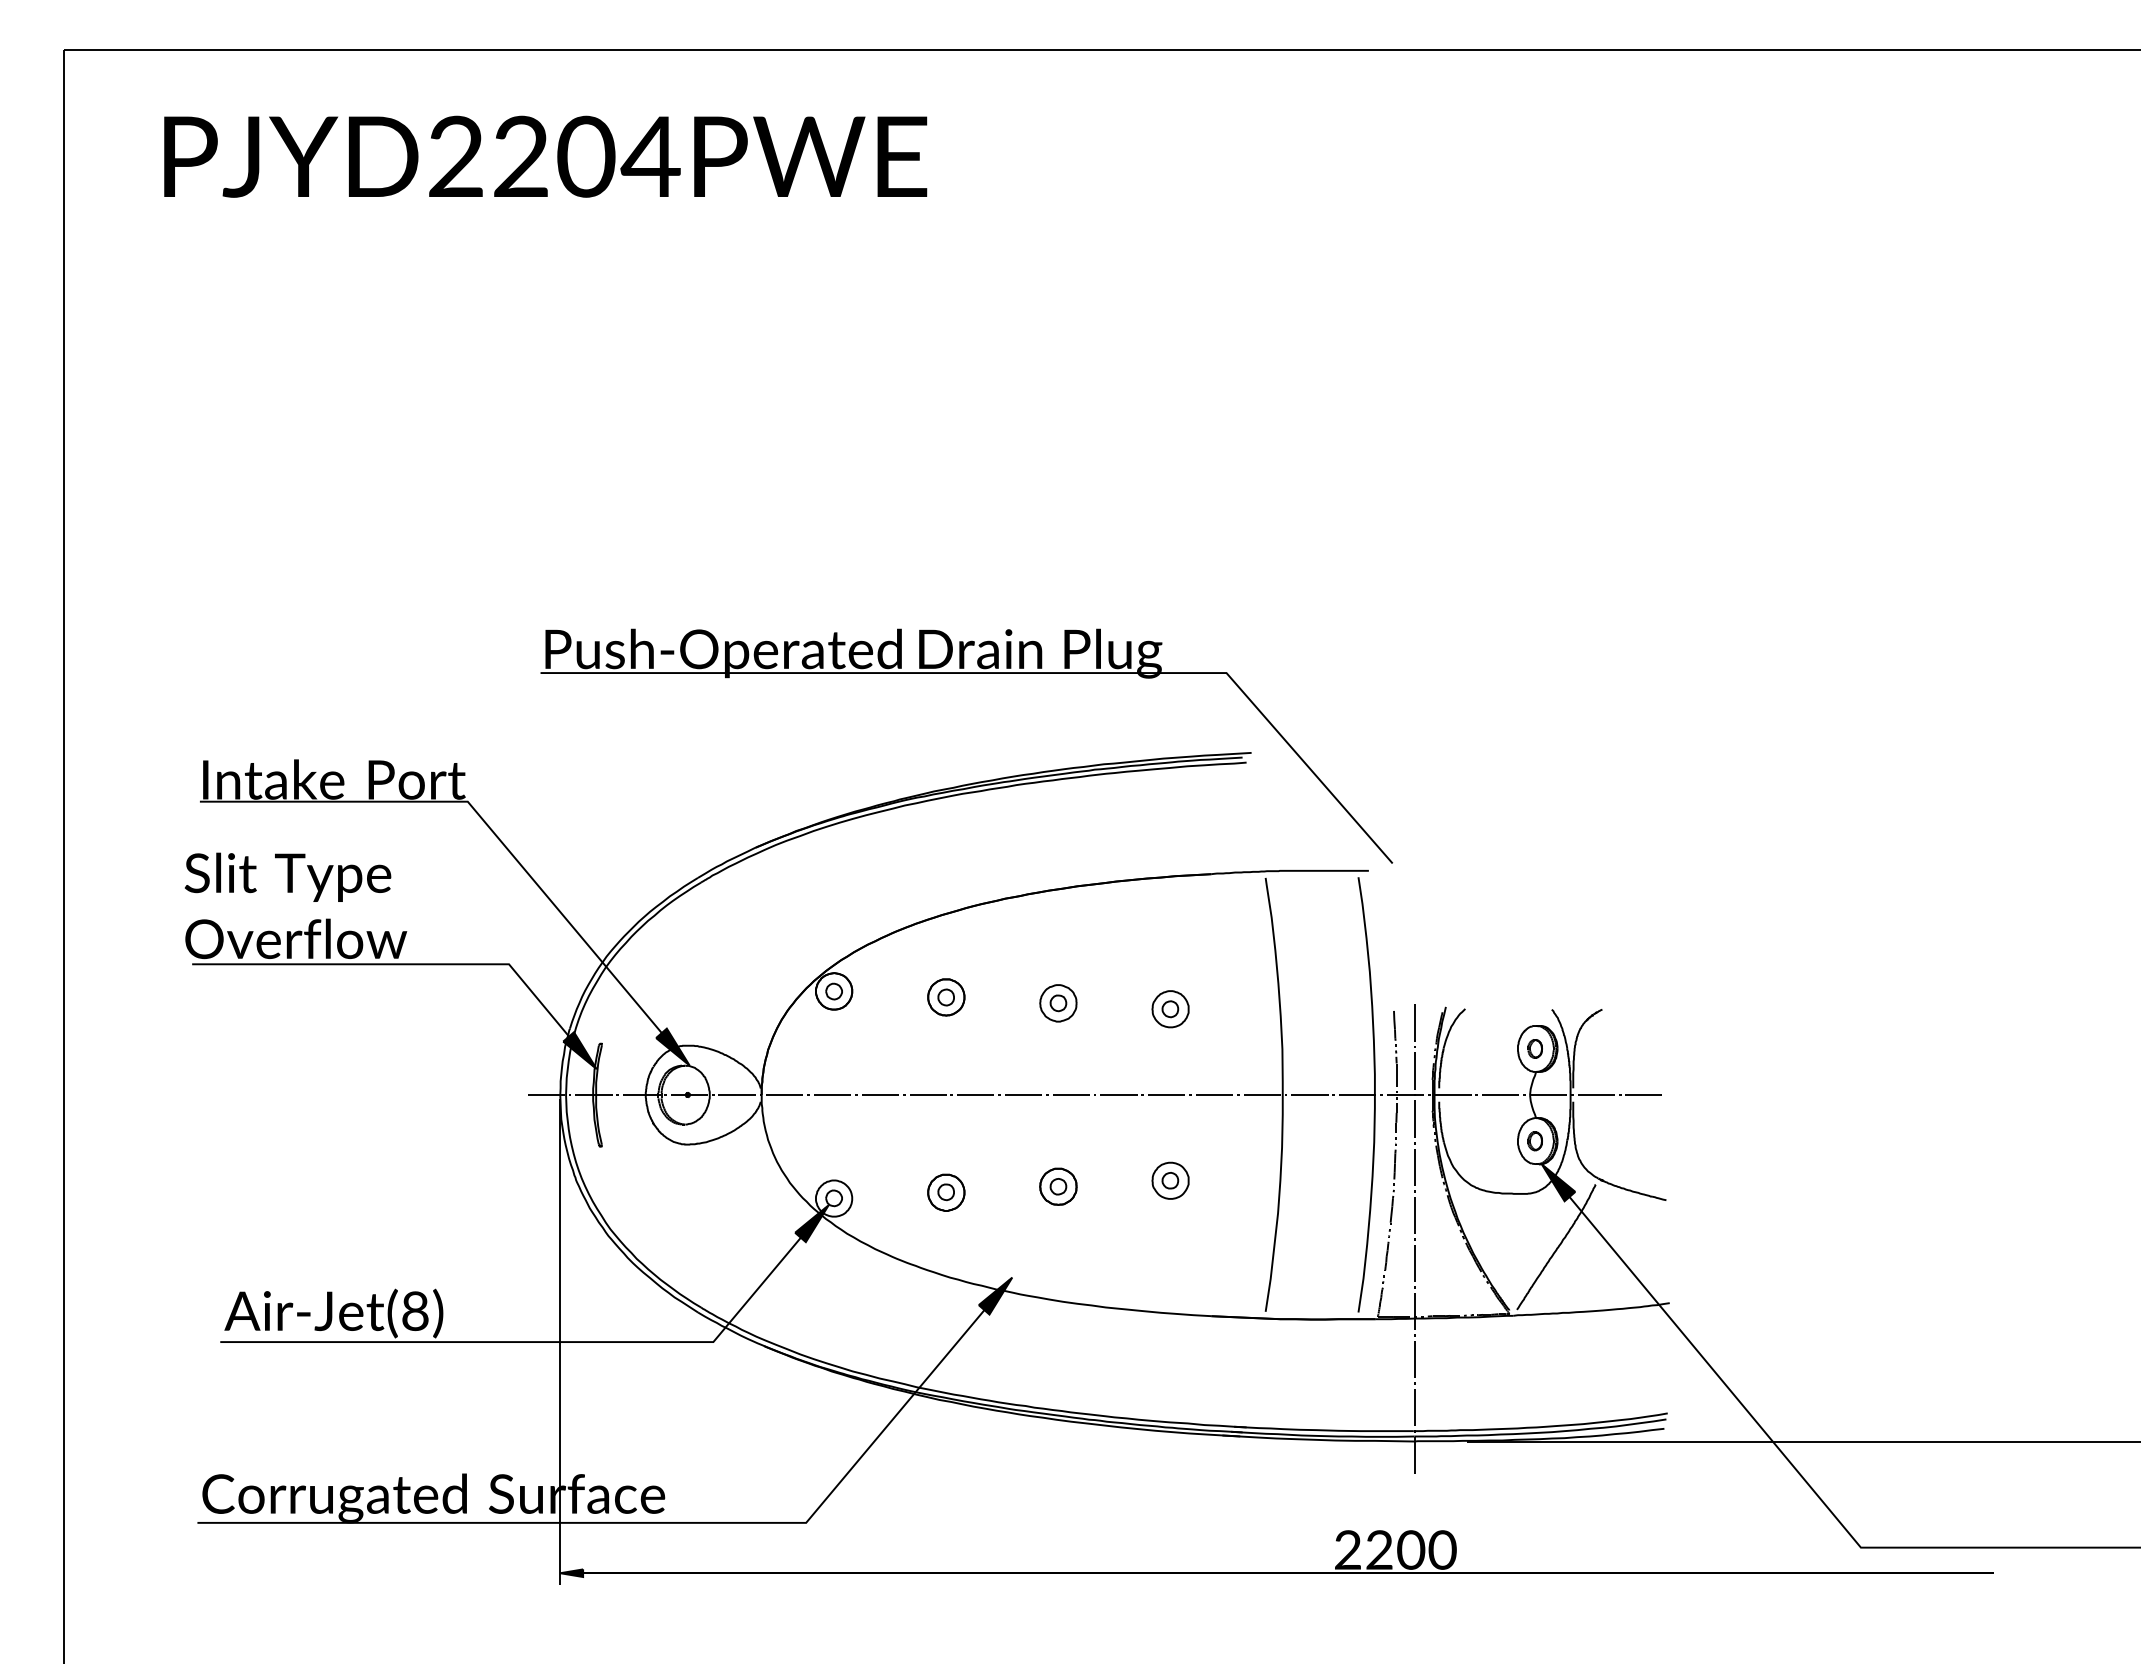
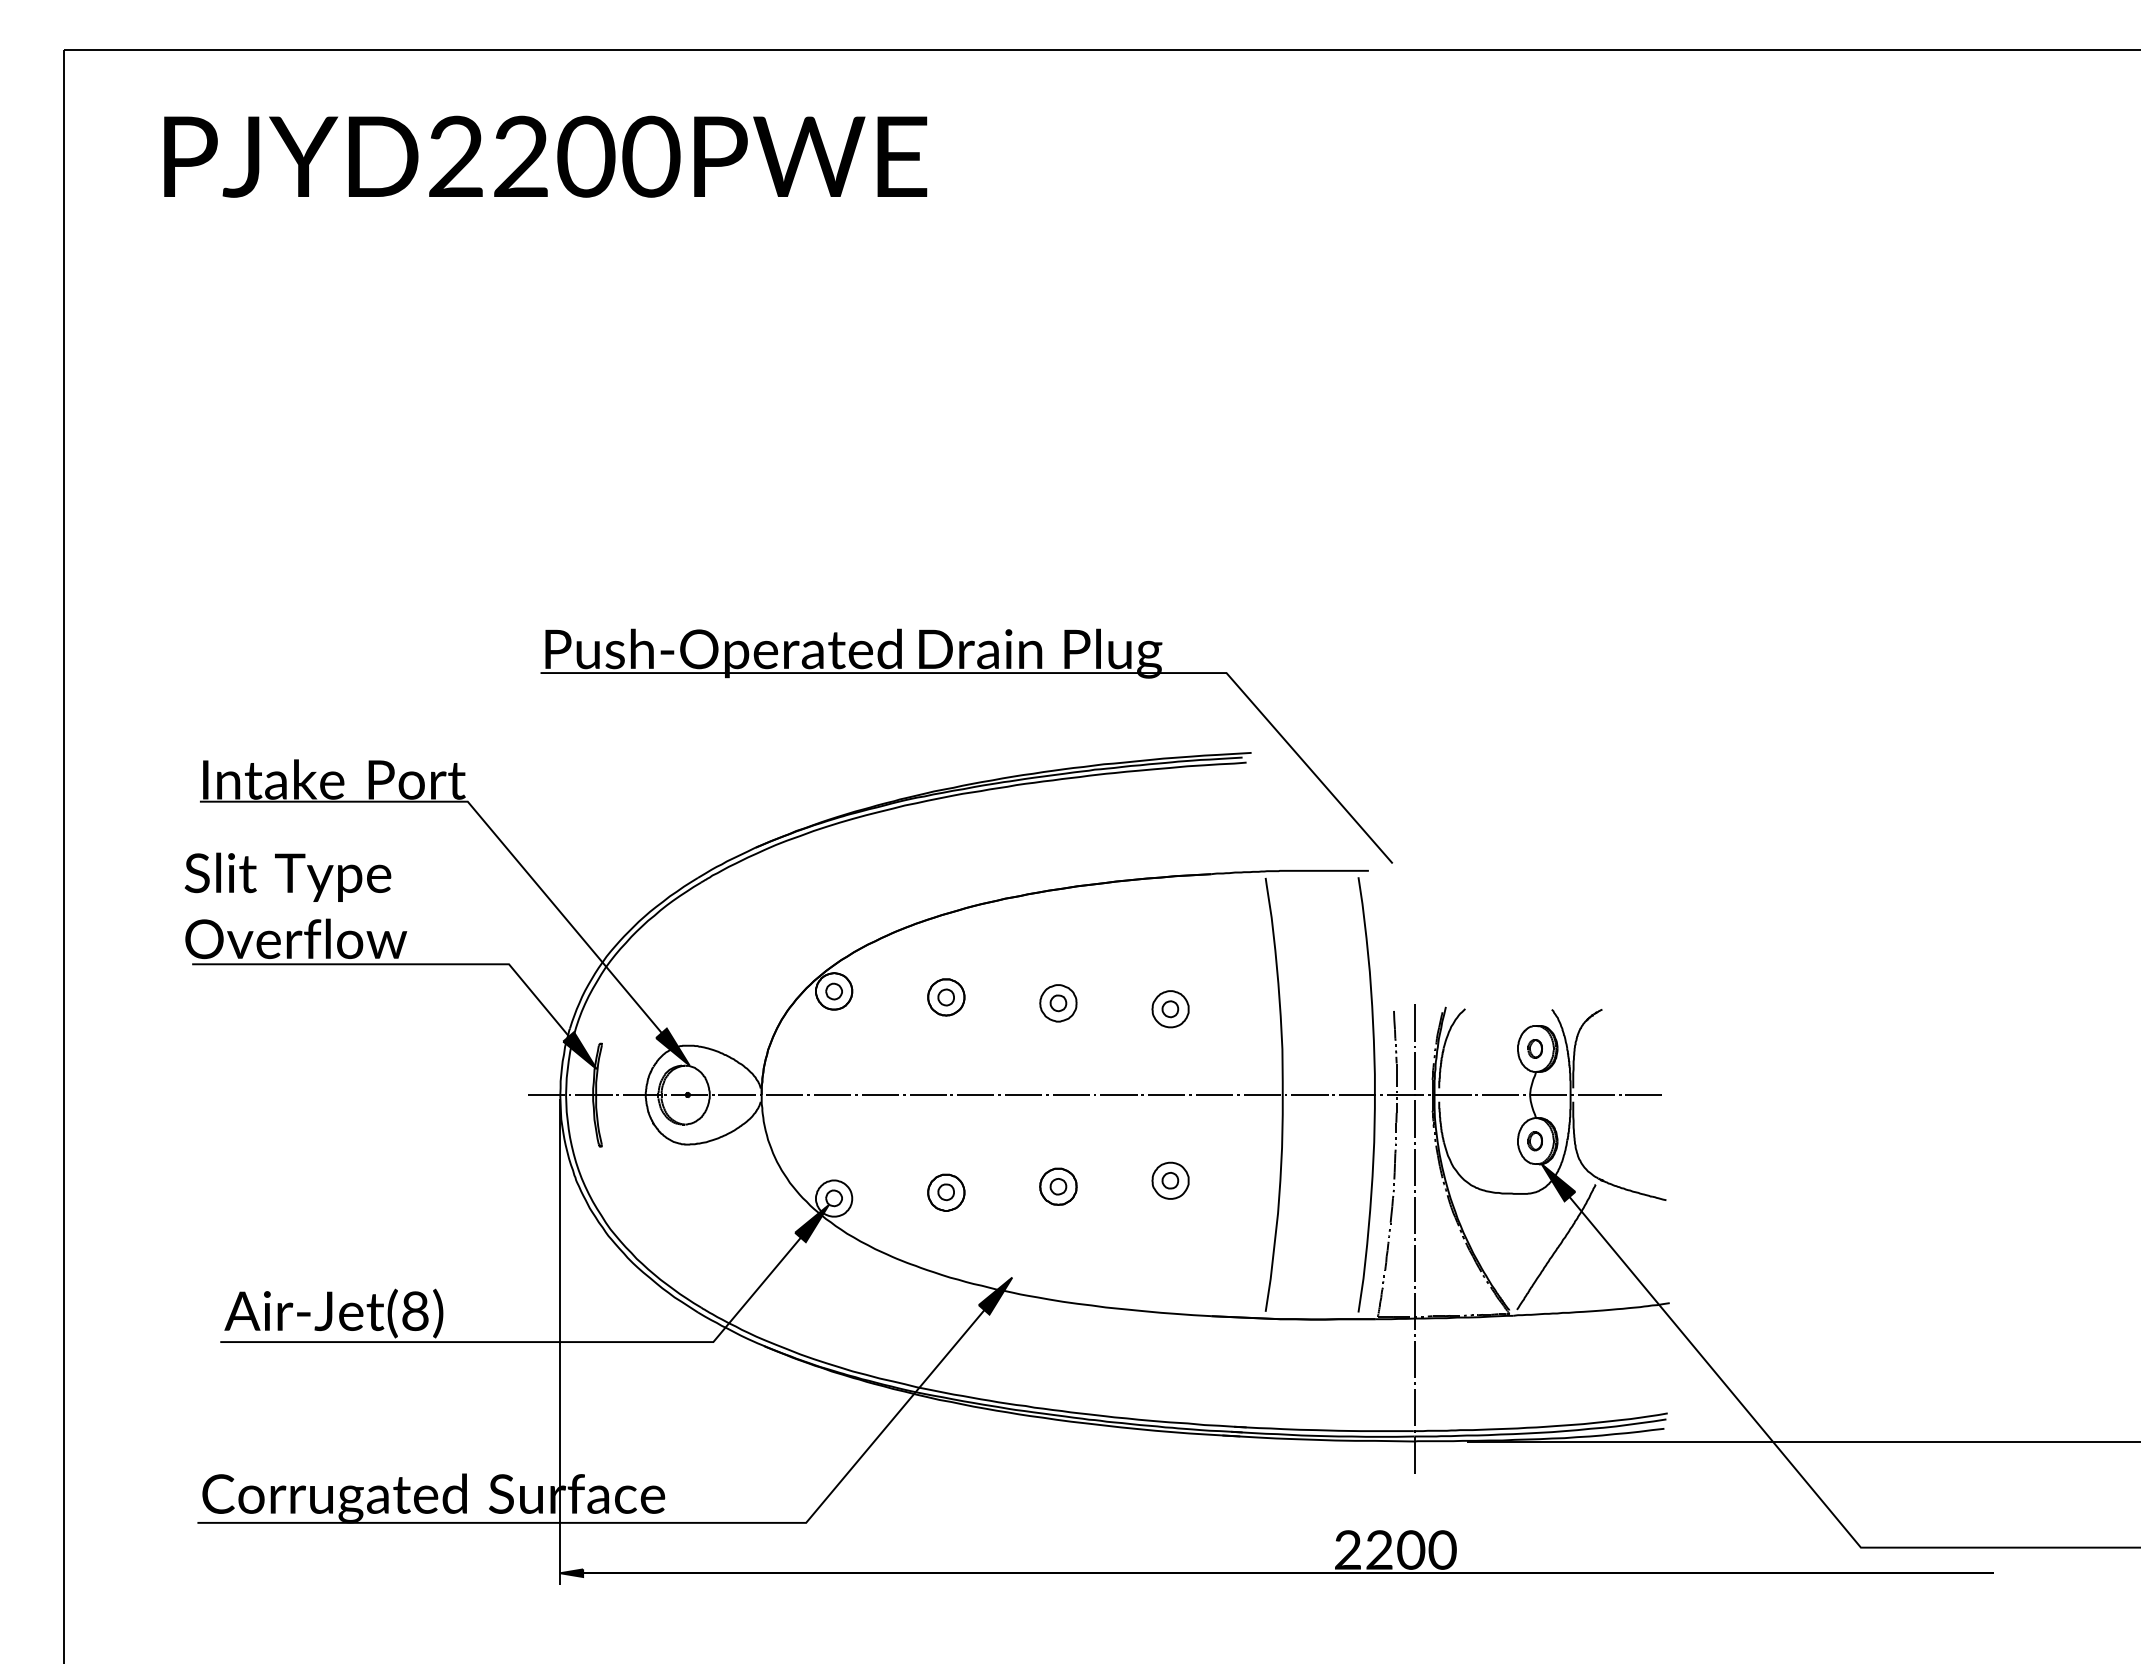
text at (650, 156): PJYD2204PWE -> PJYD2200PWE
